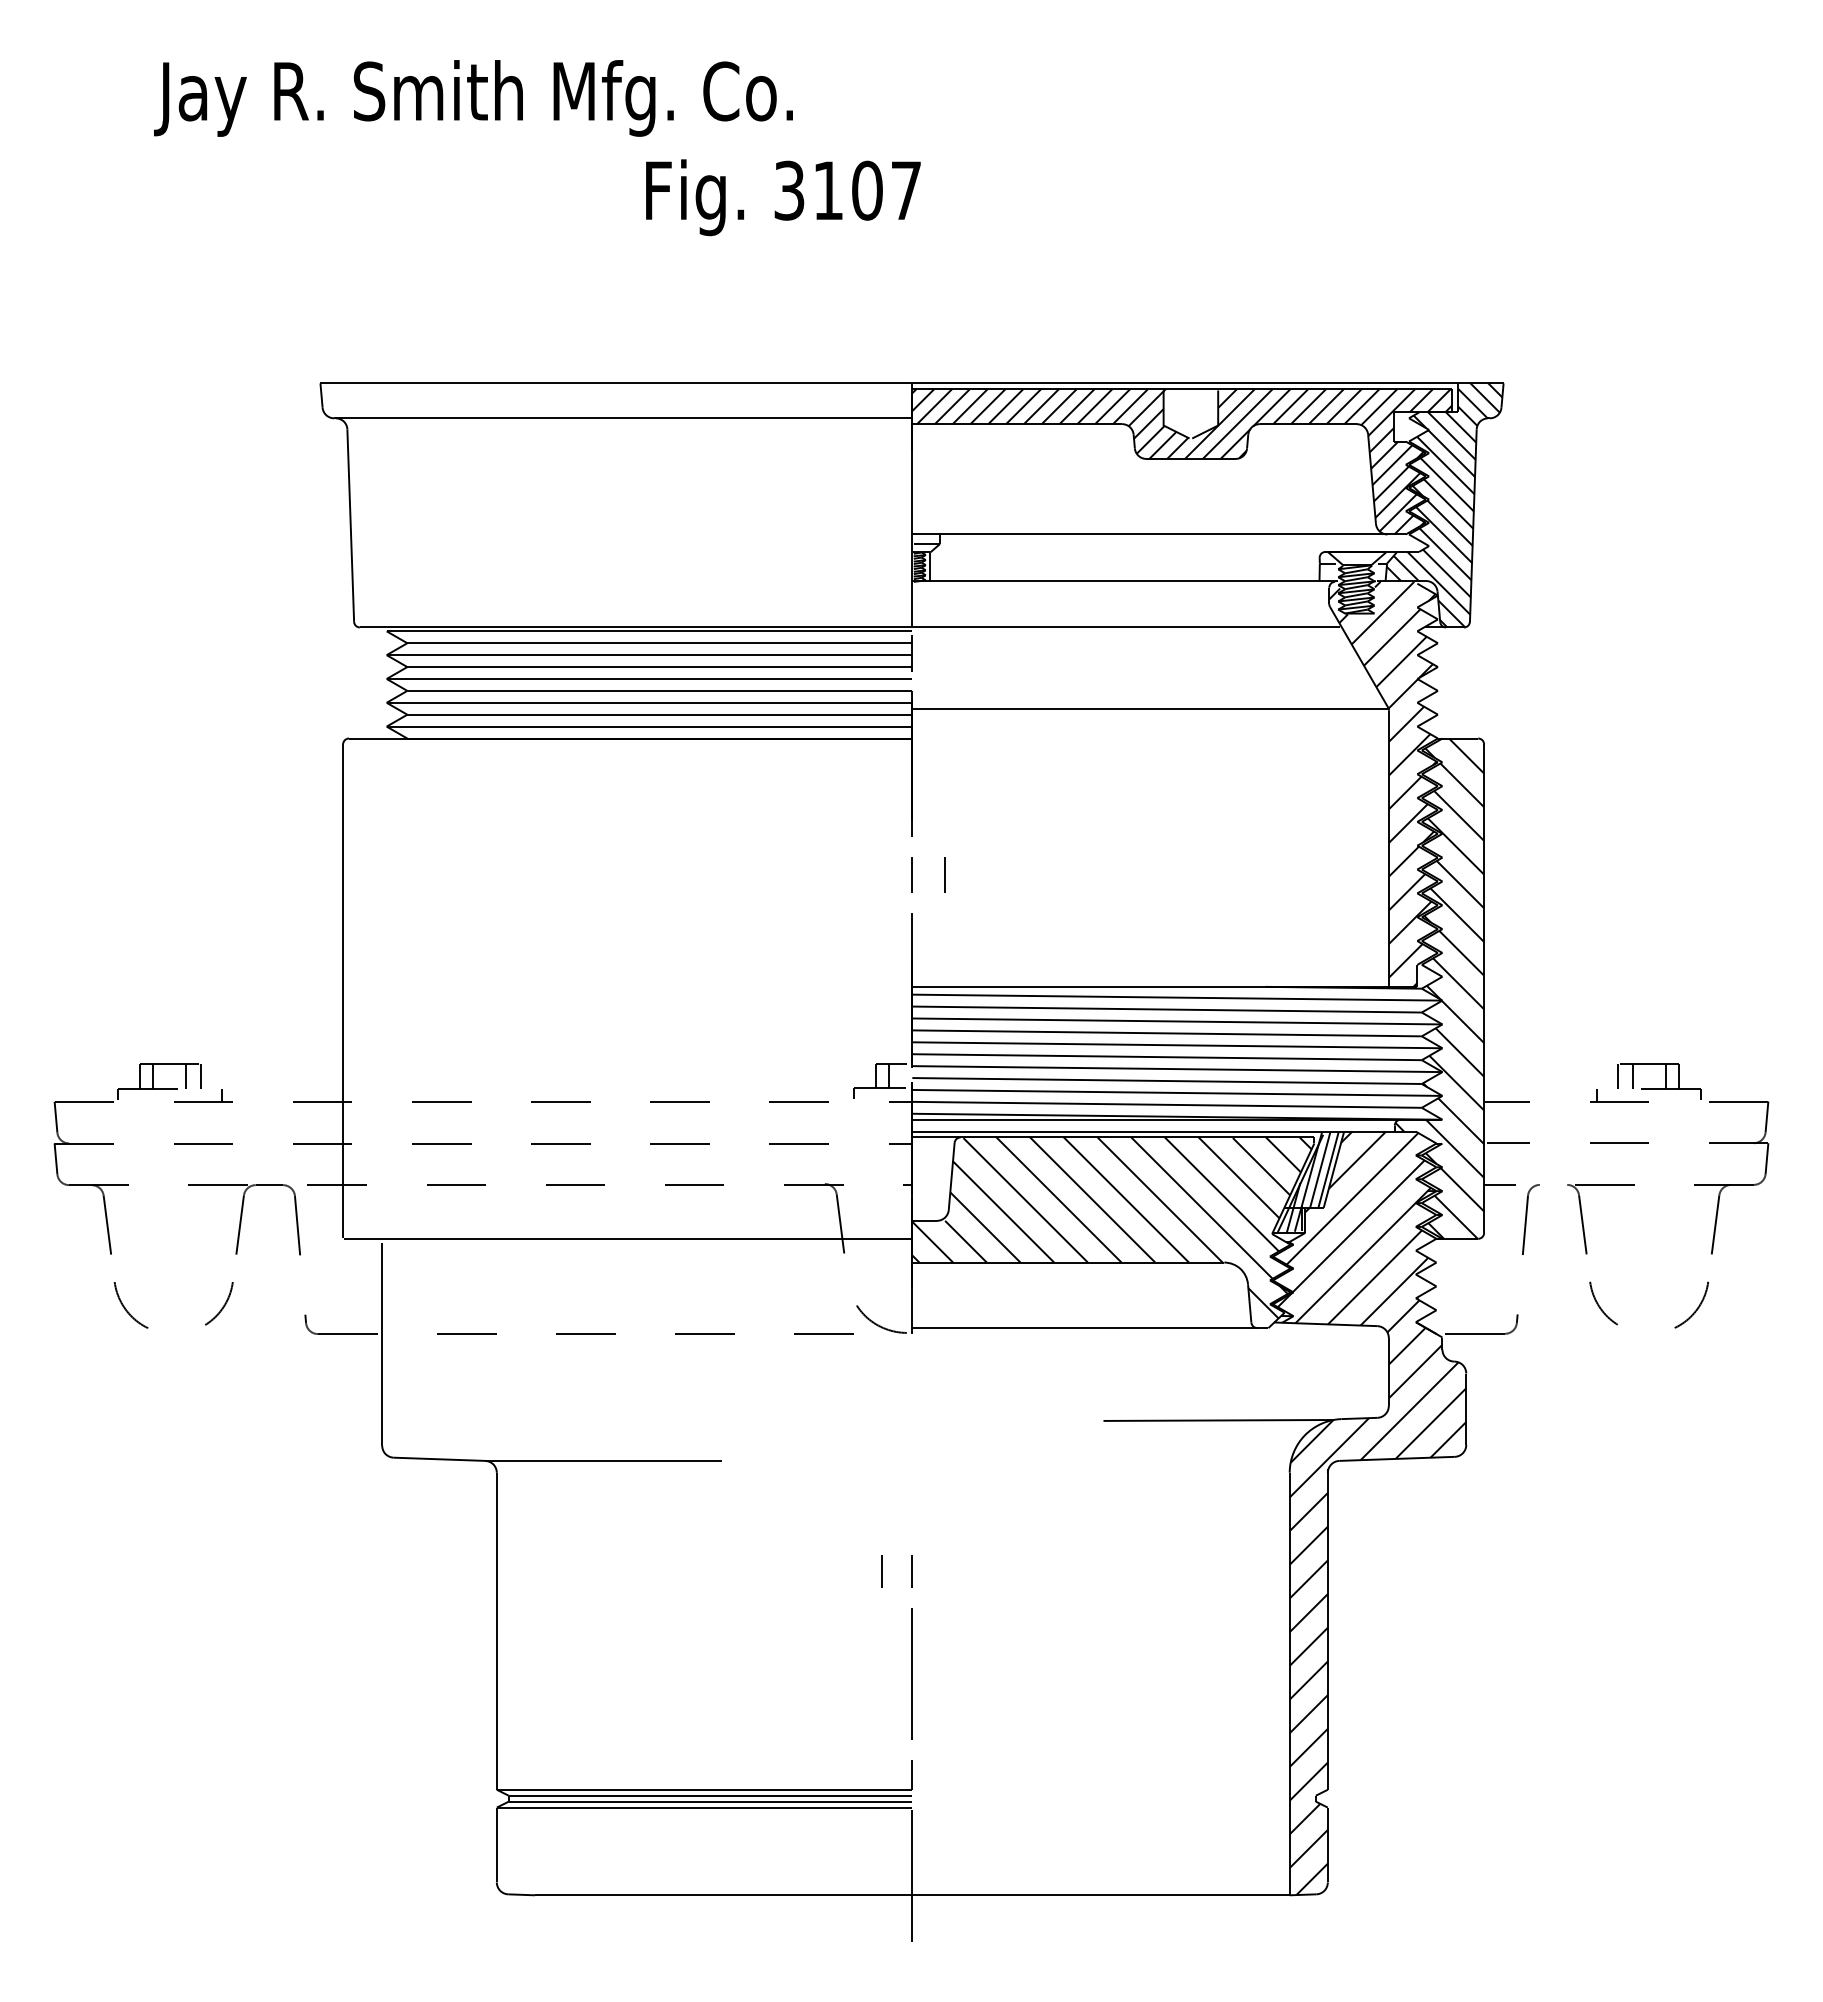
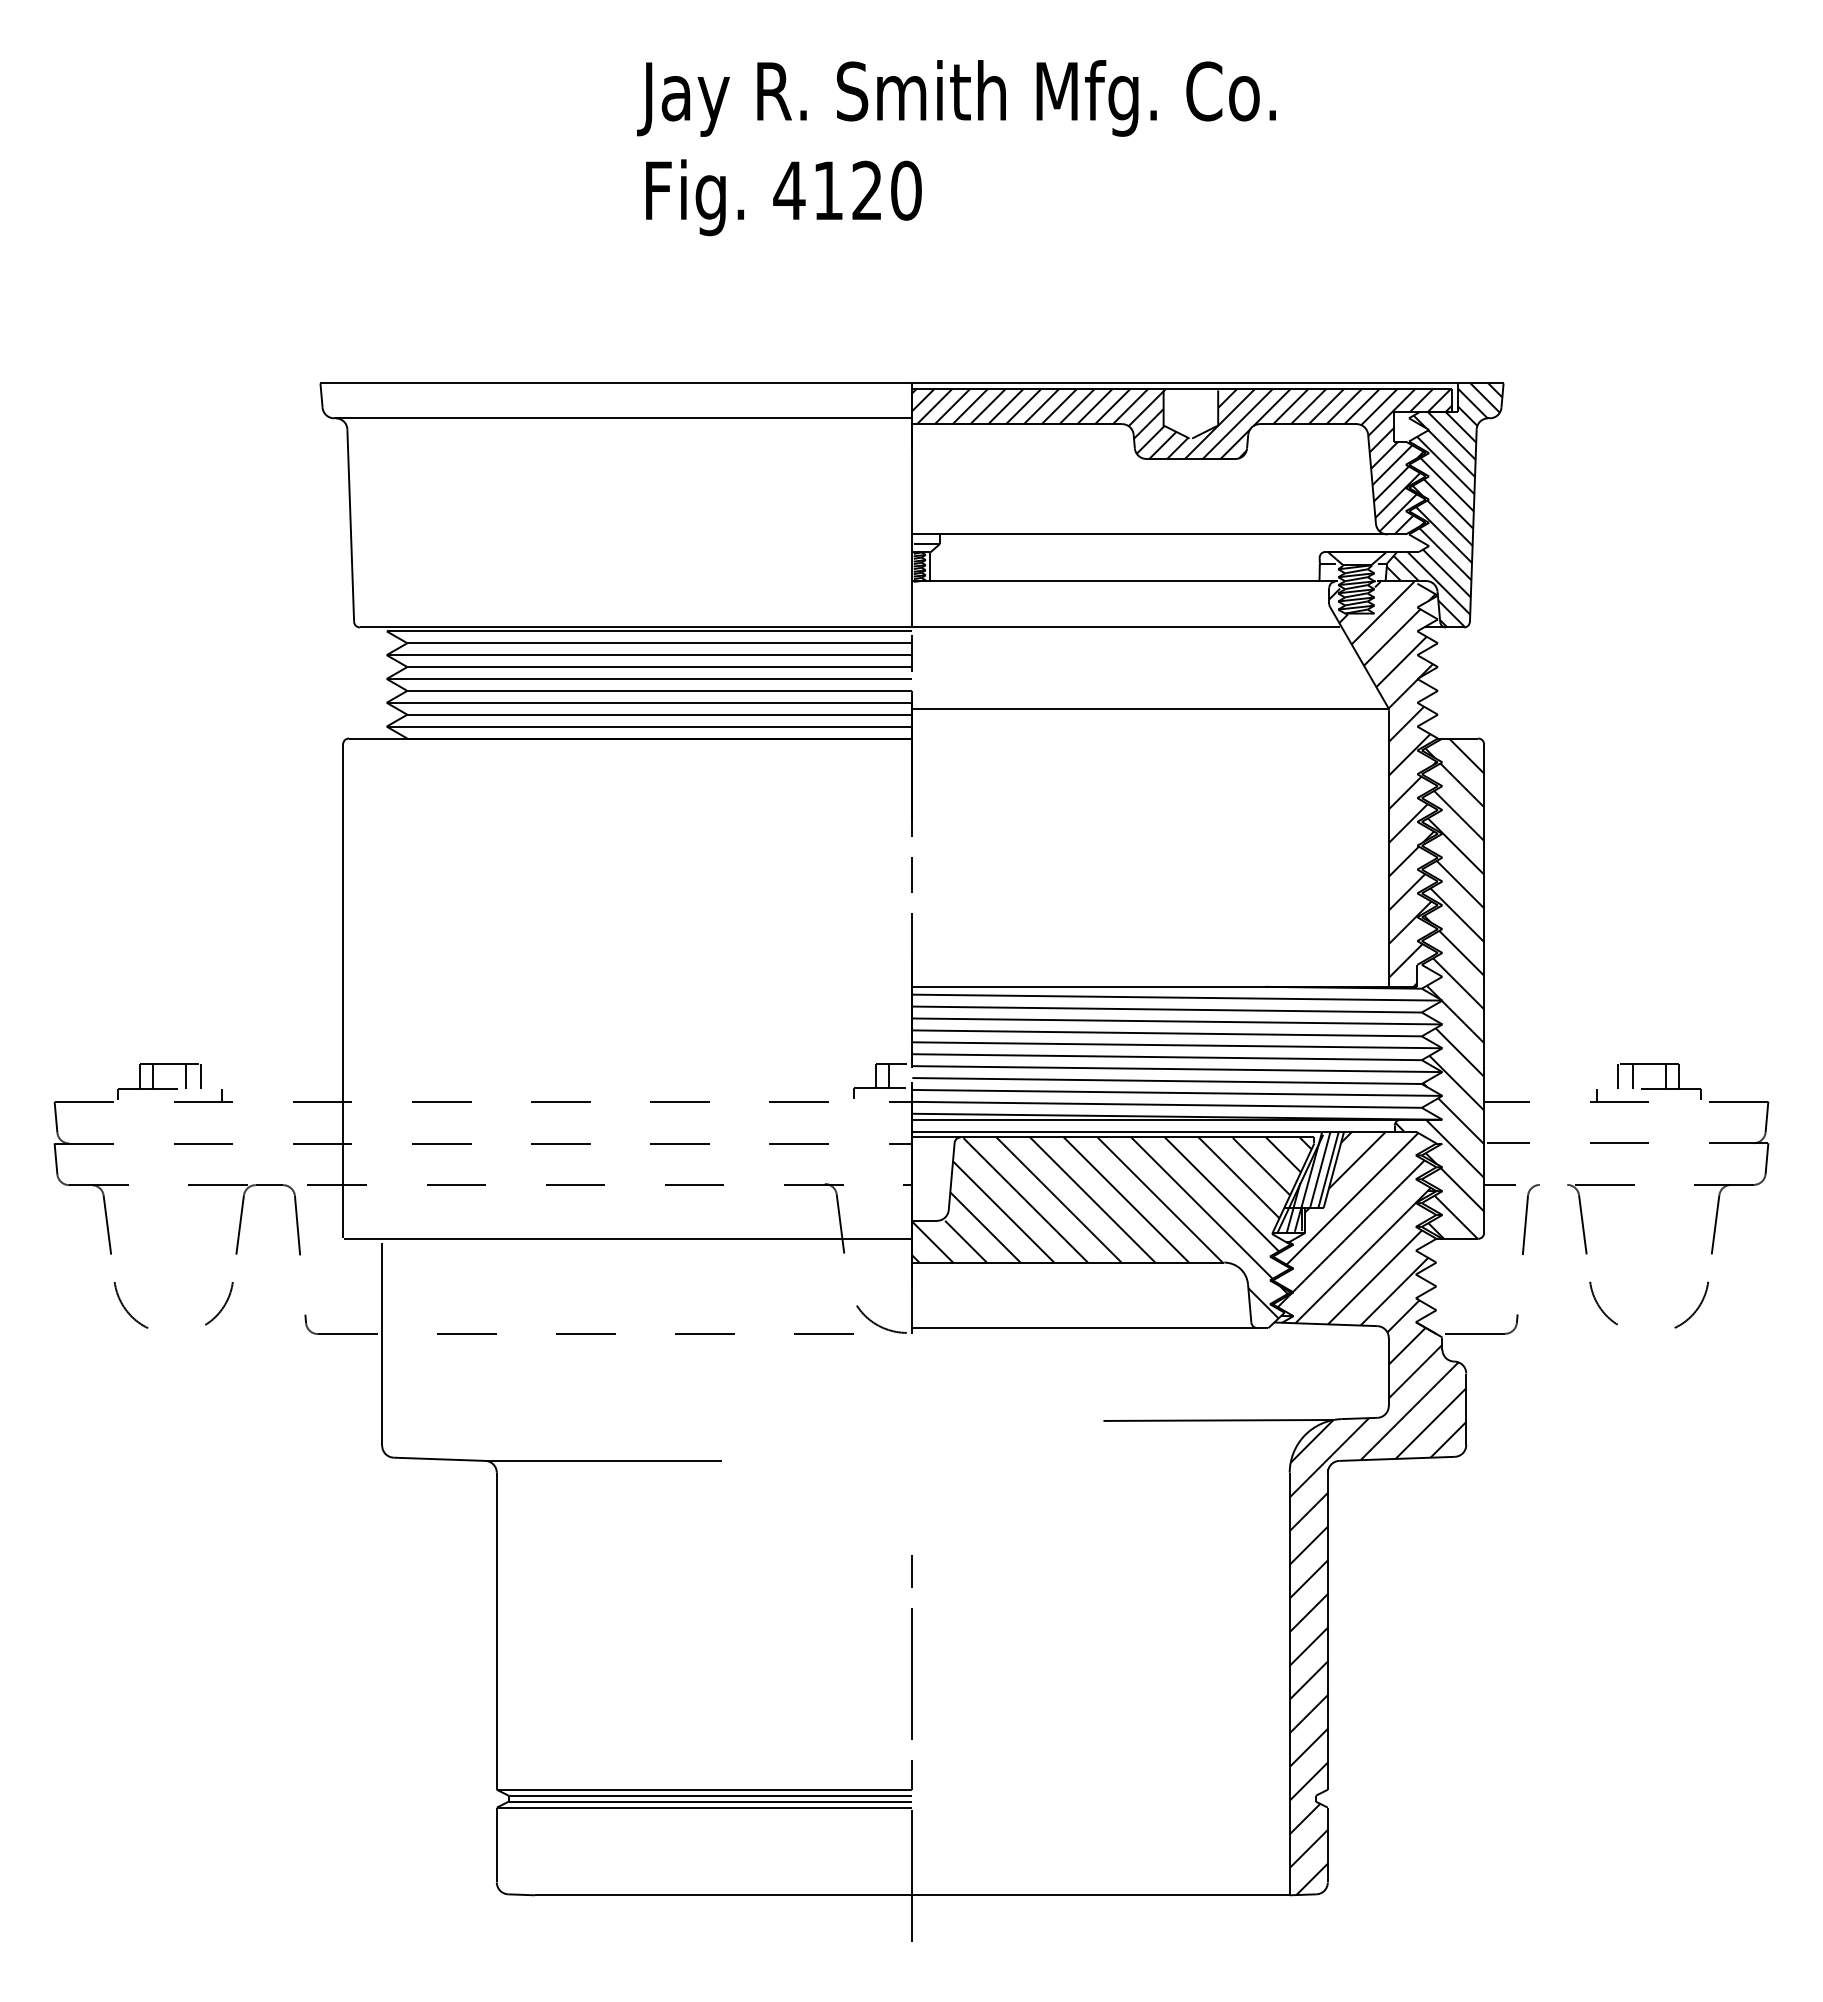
text at (473, 98) position: (473, 98) -> (956, 98)
text at (847, 190): 3107 -> 4120
line at (944, 874): present -> none
line at (881, 1571): present -> none
